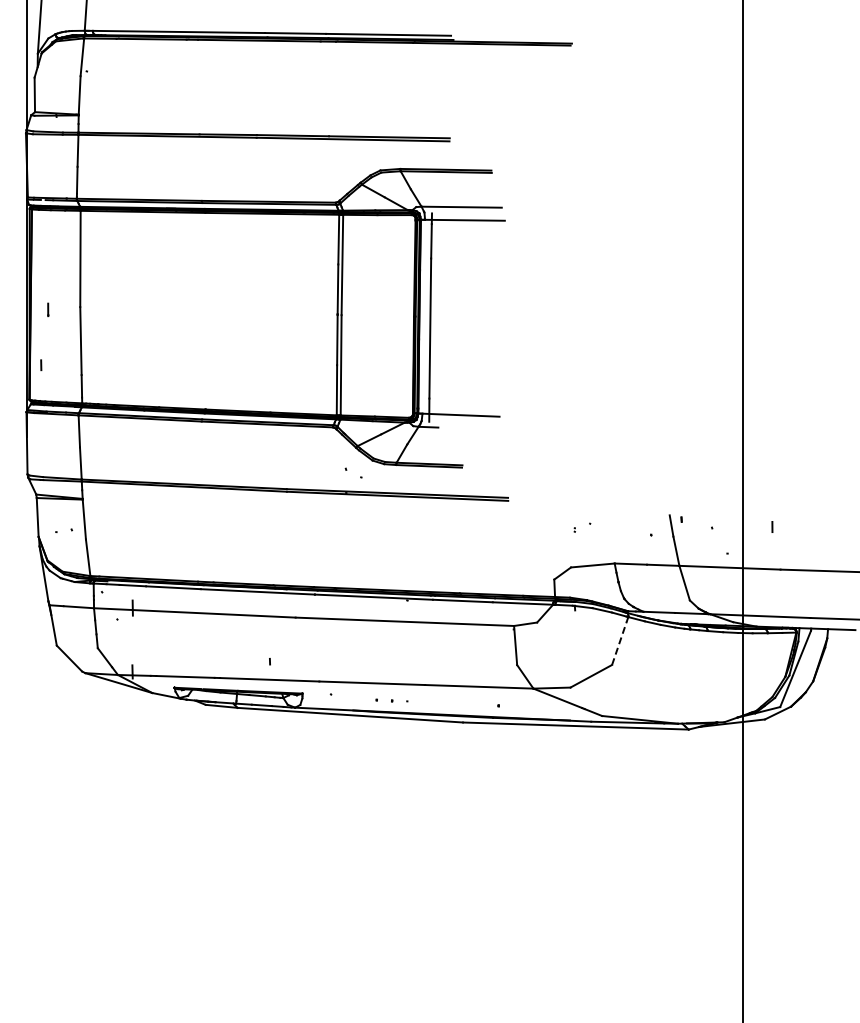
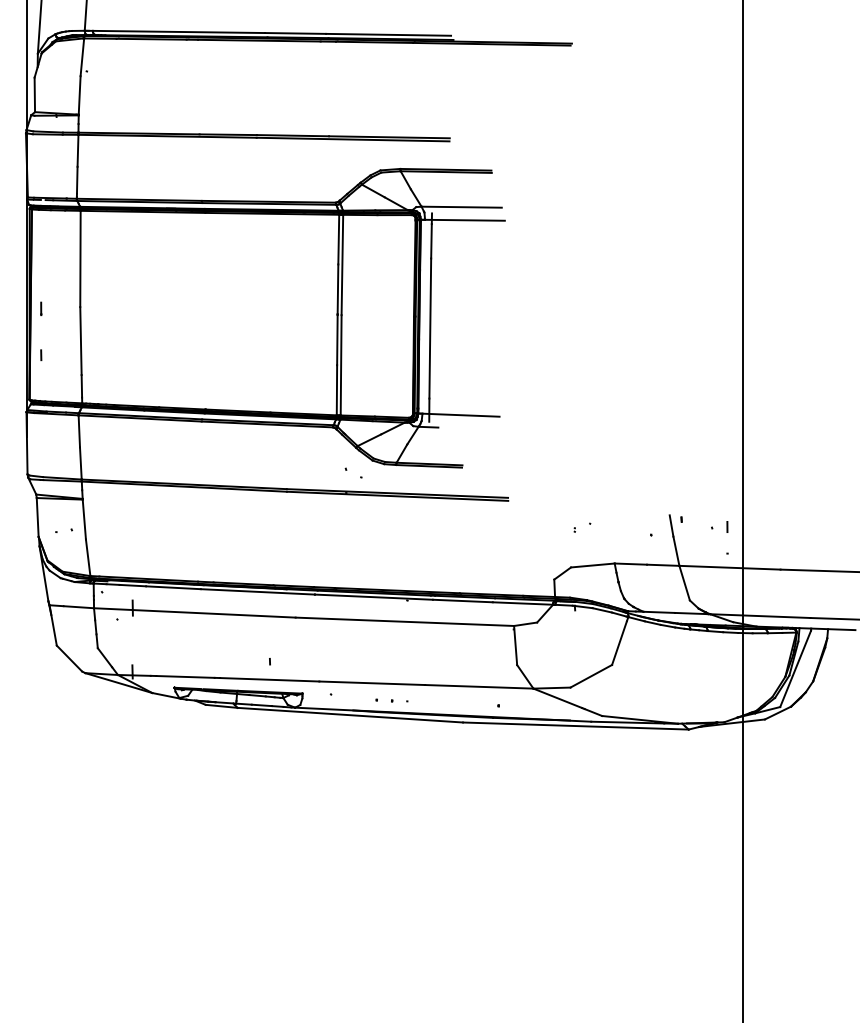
line at (48, 309) position: (48, 309) -> (41, 308)
line at (41, 365) position: (41, 365) -> (41, 355)
line at (772, 526) position: (772, 526) -> (727, 526)
line at (619, 642): dashed -> solid
